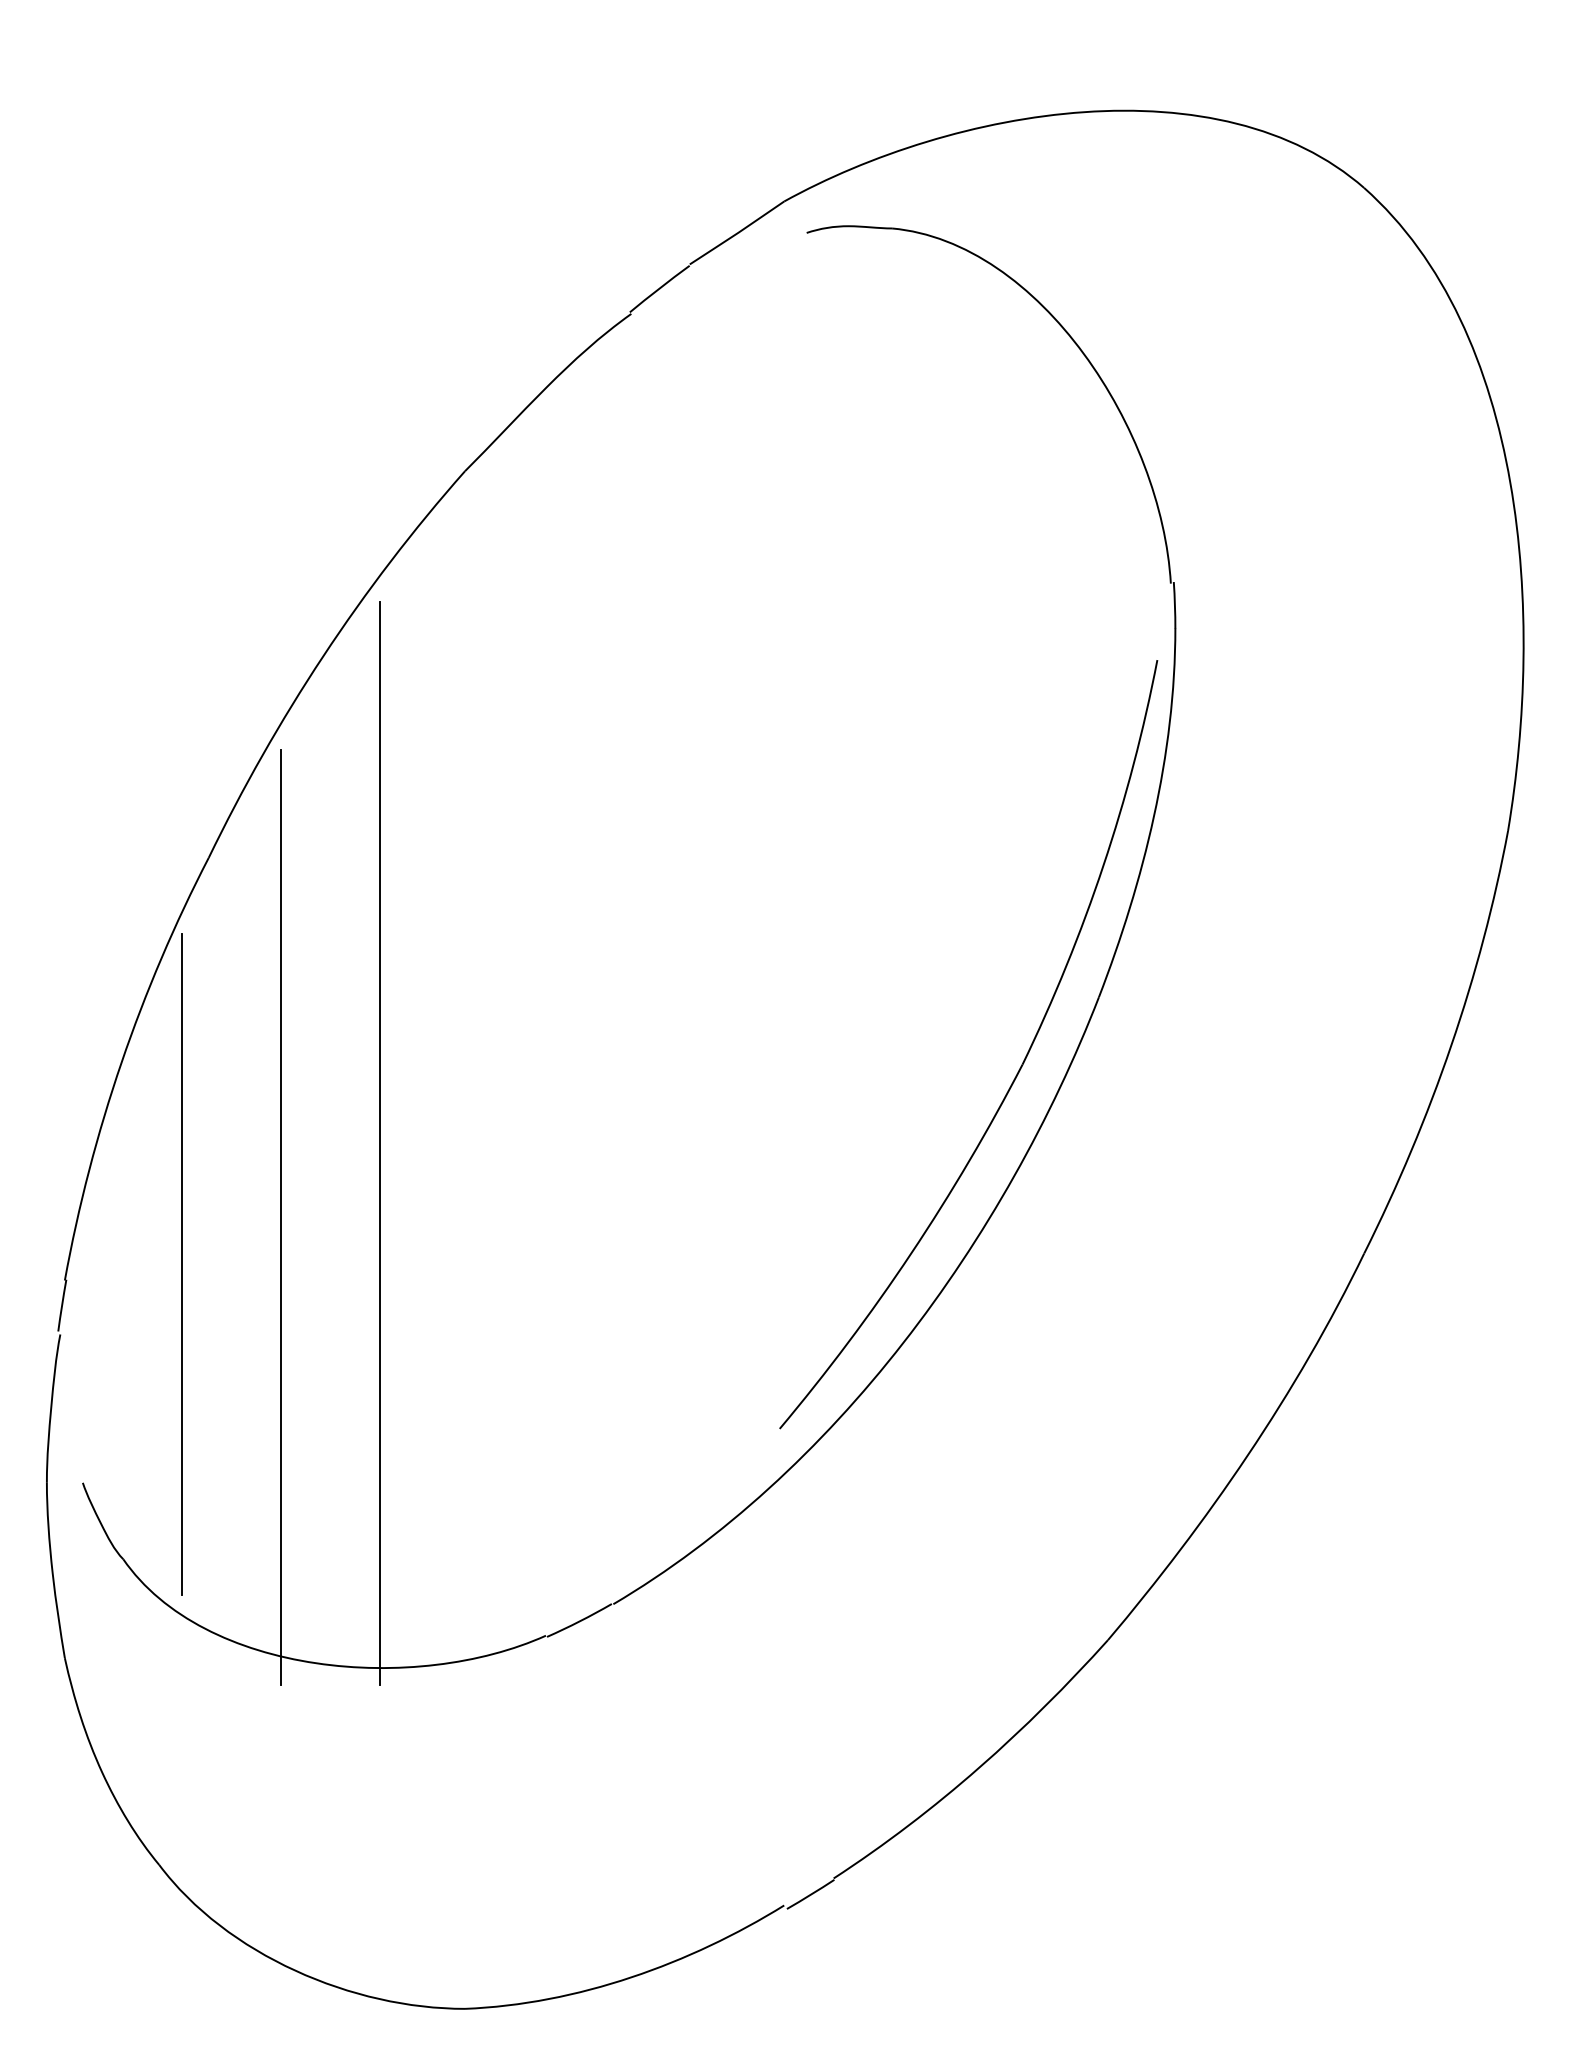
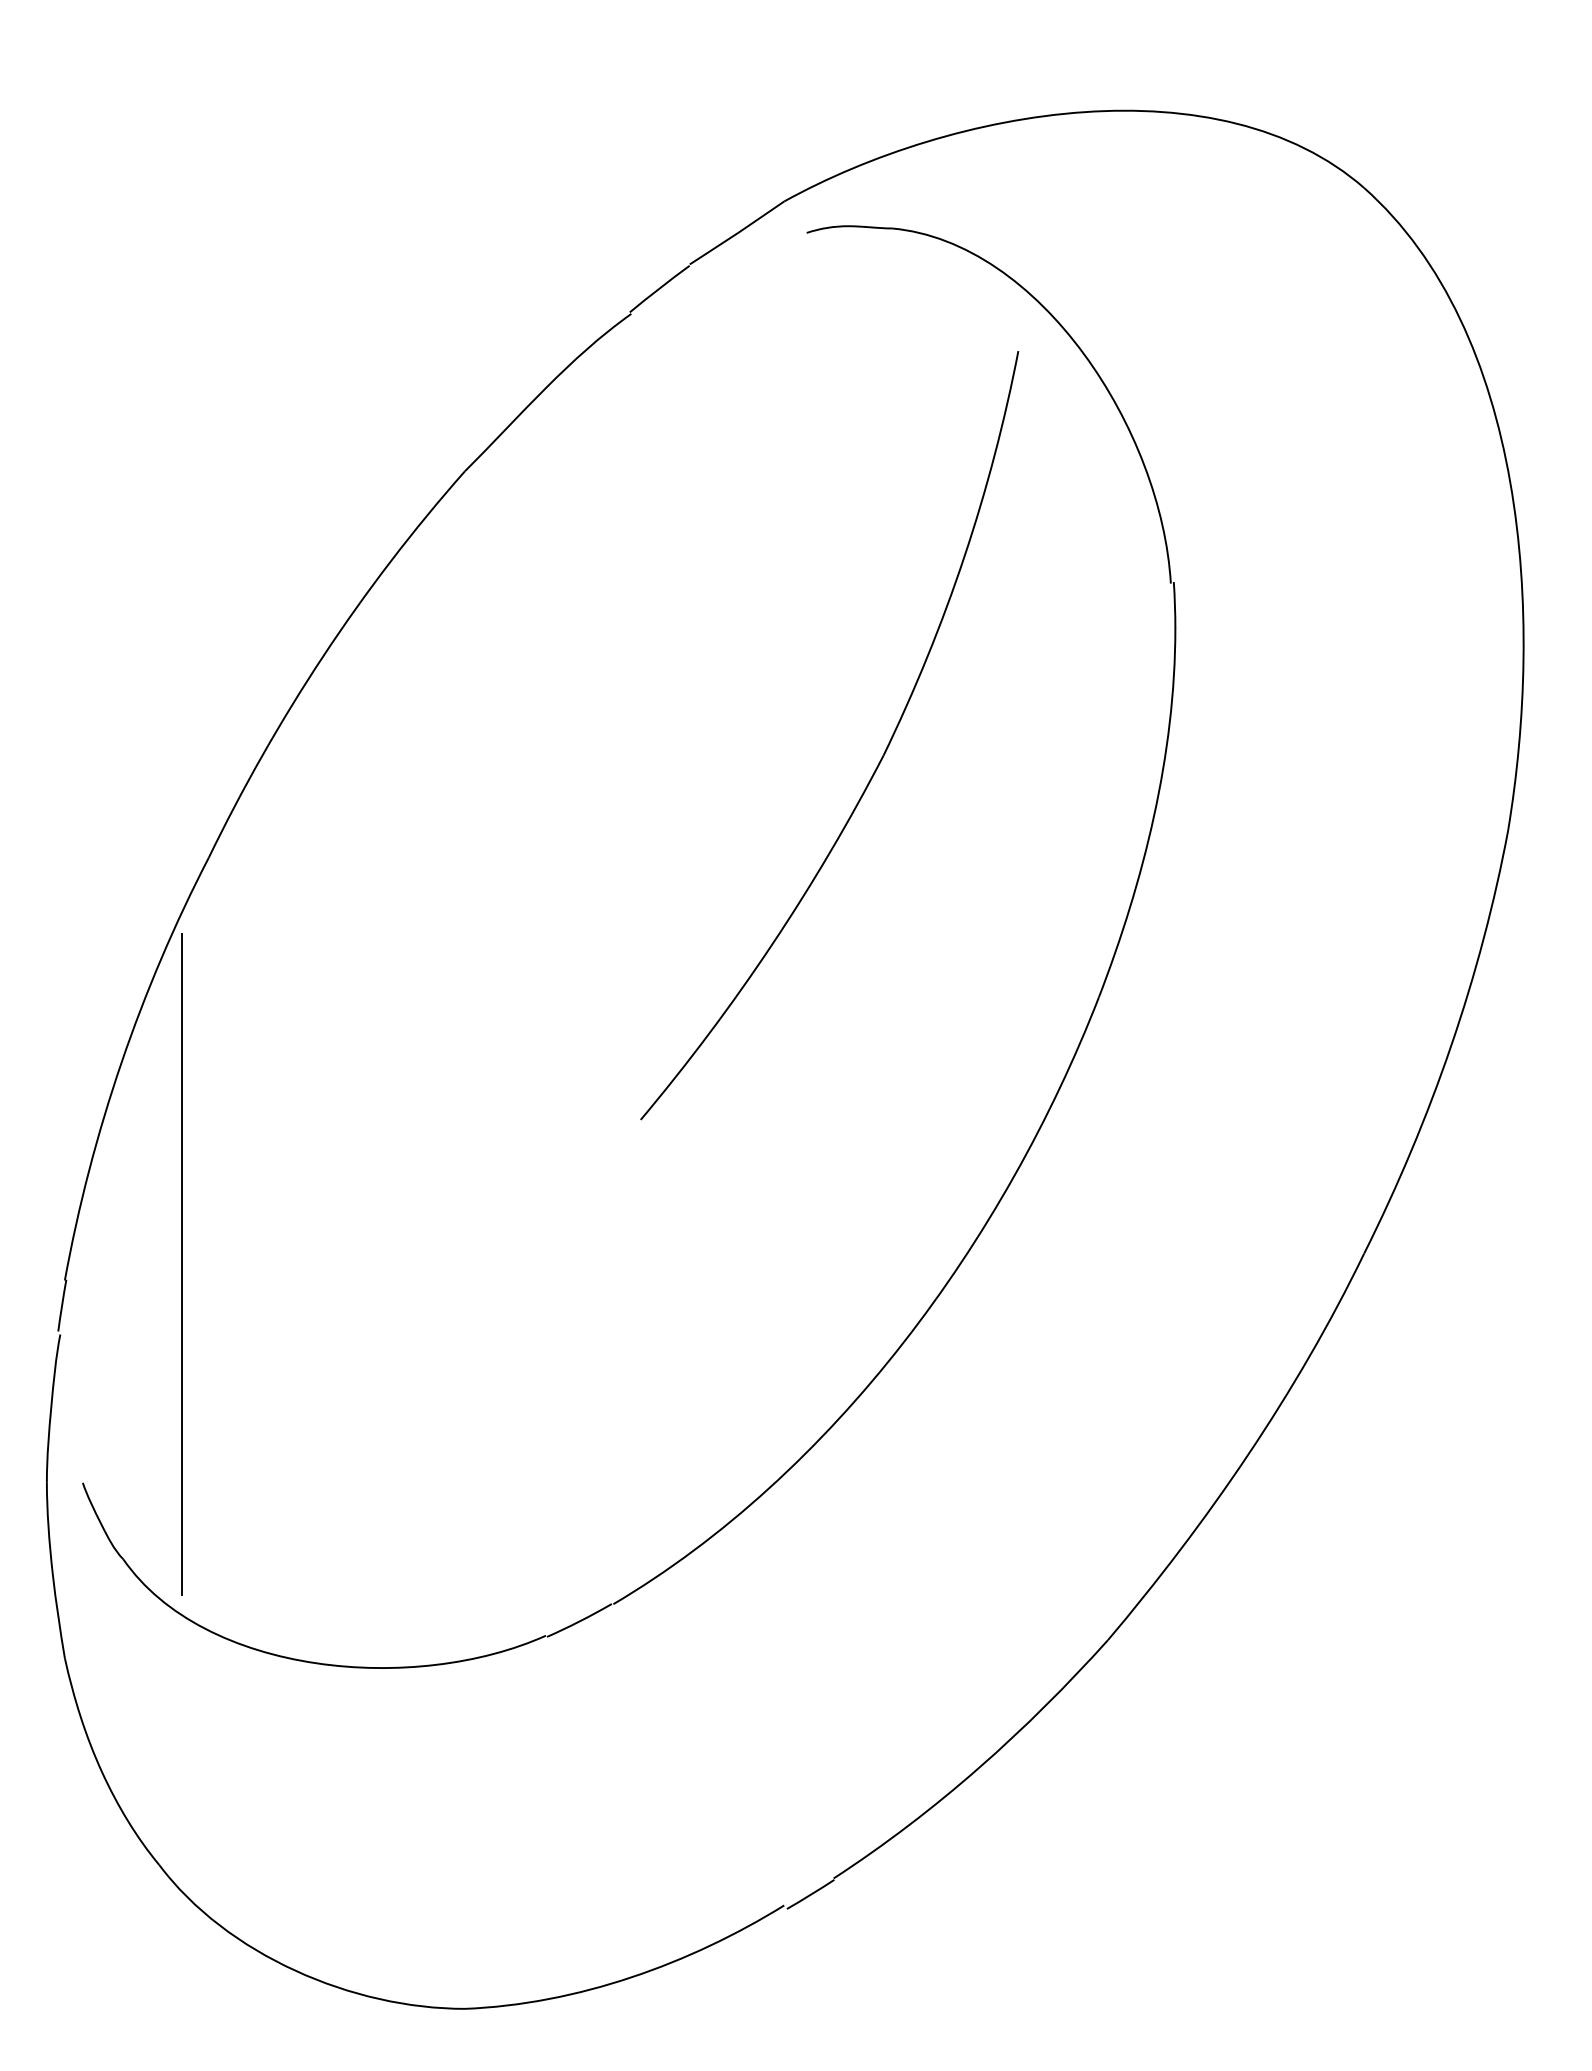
part at (1017, 1071) position: (1017, 1071) -> (878, 762)
line at (379, 1143): present -> none
line at (280, 1217): present -> none
